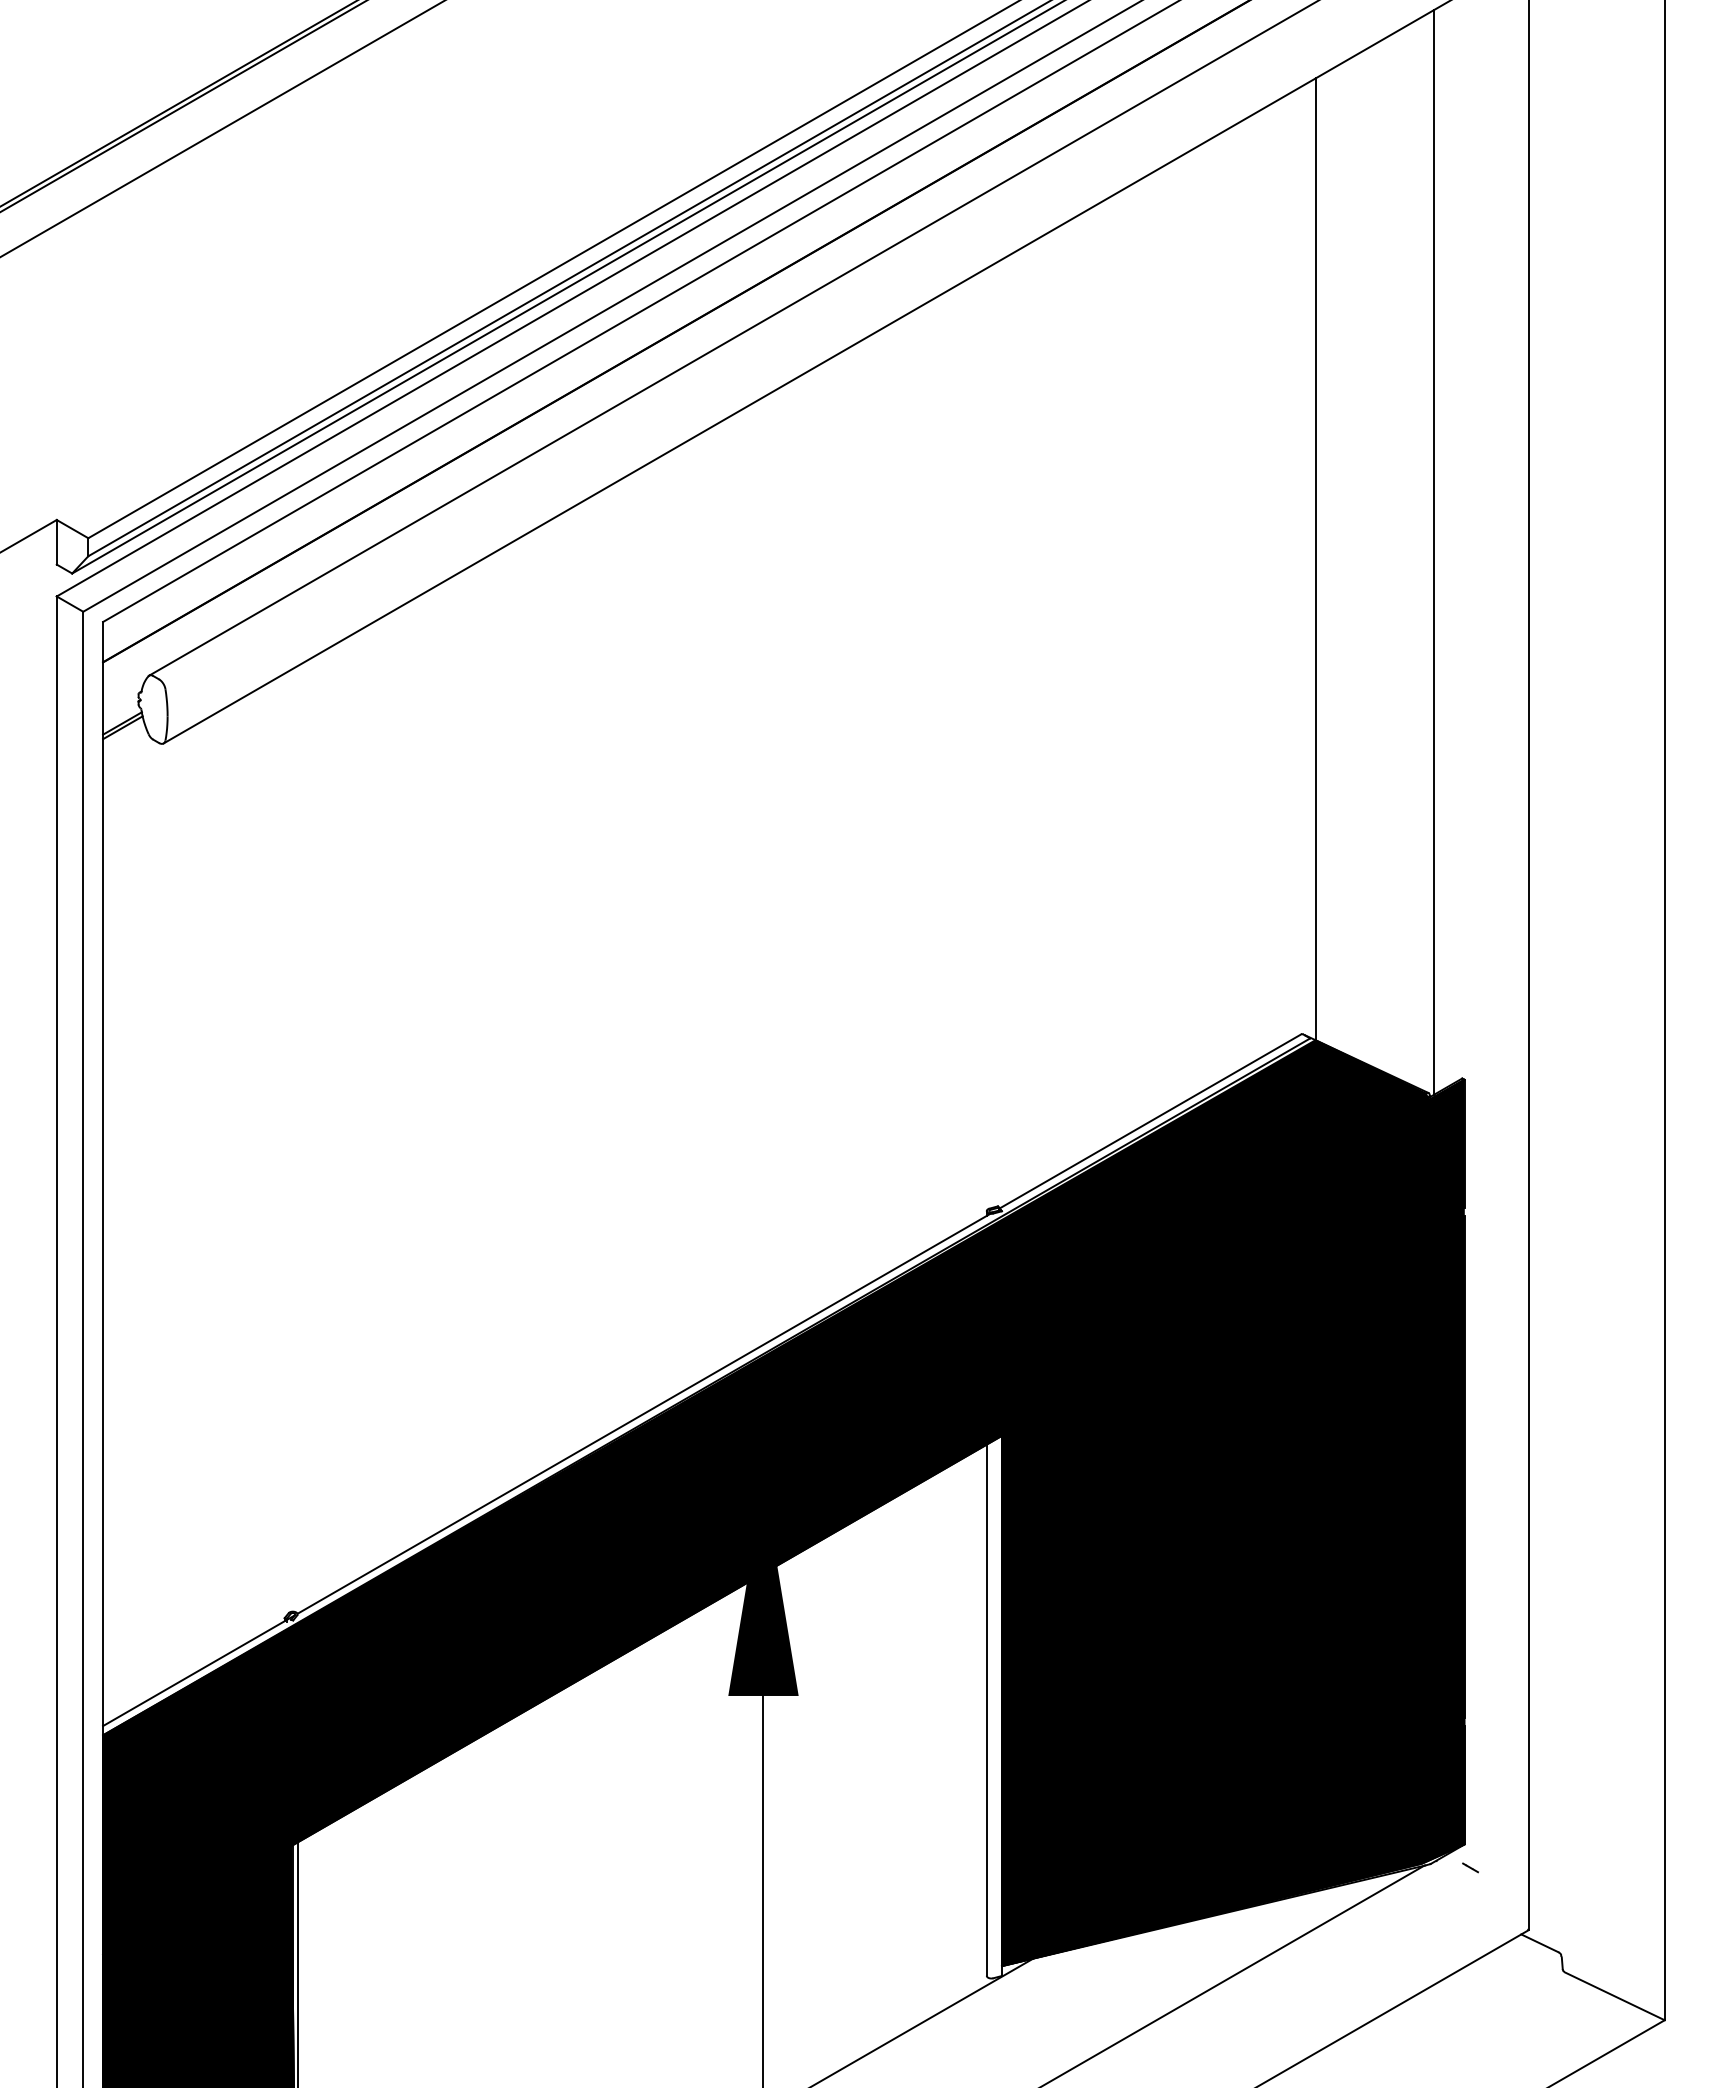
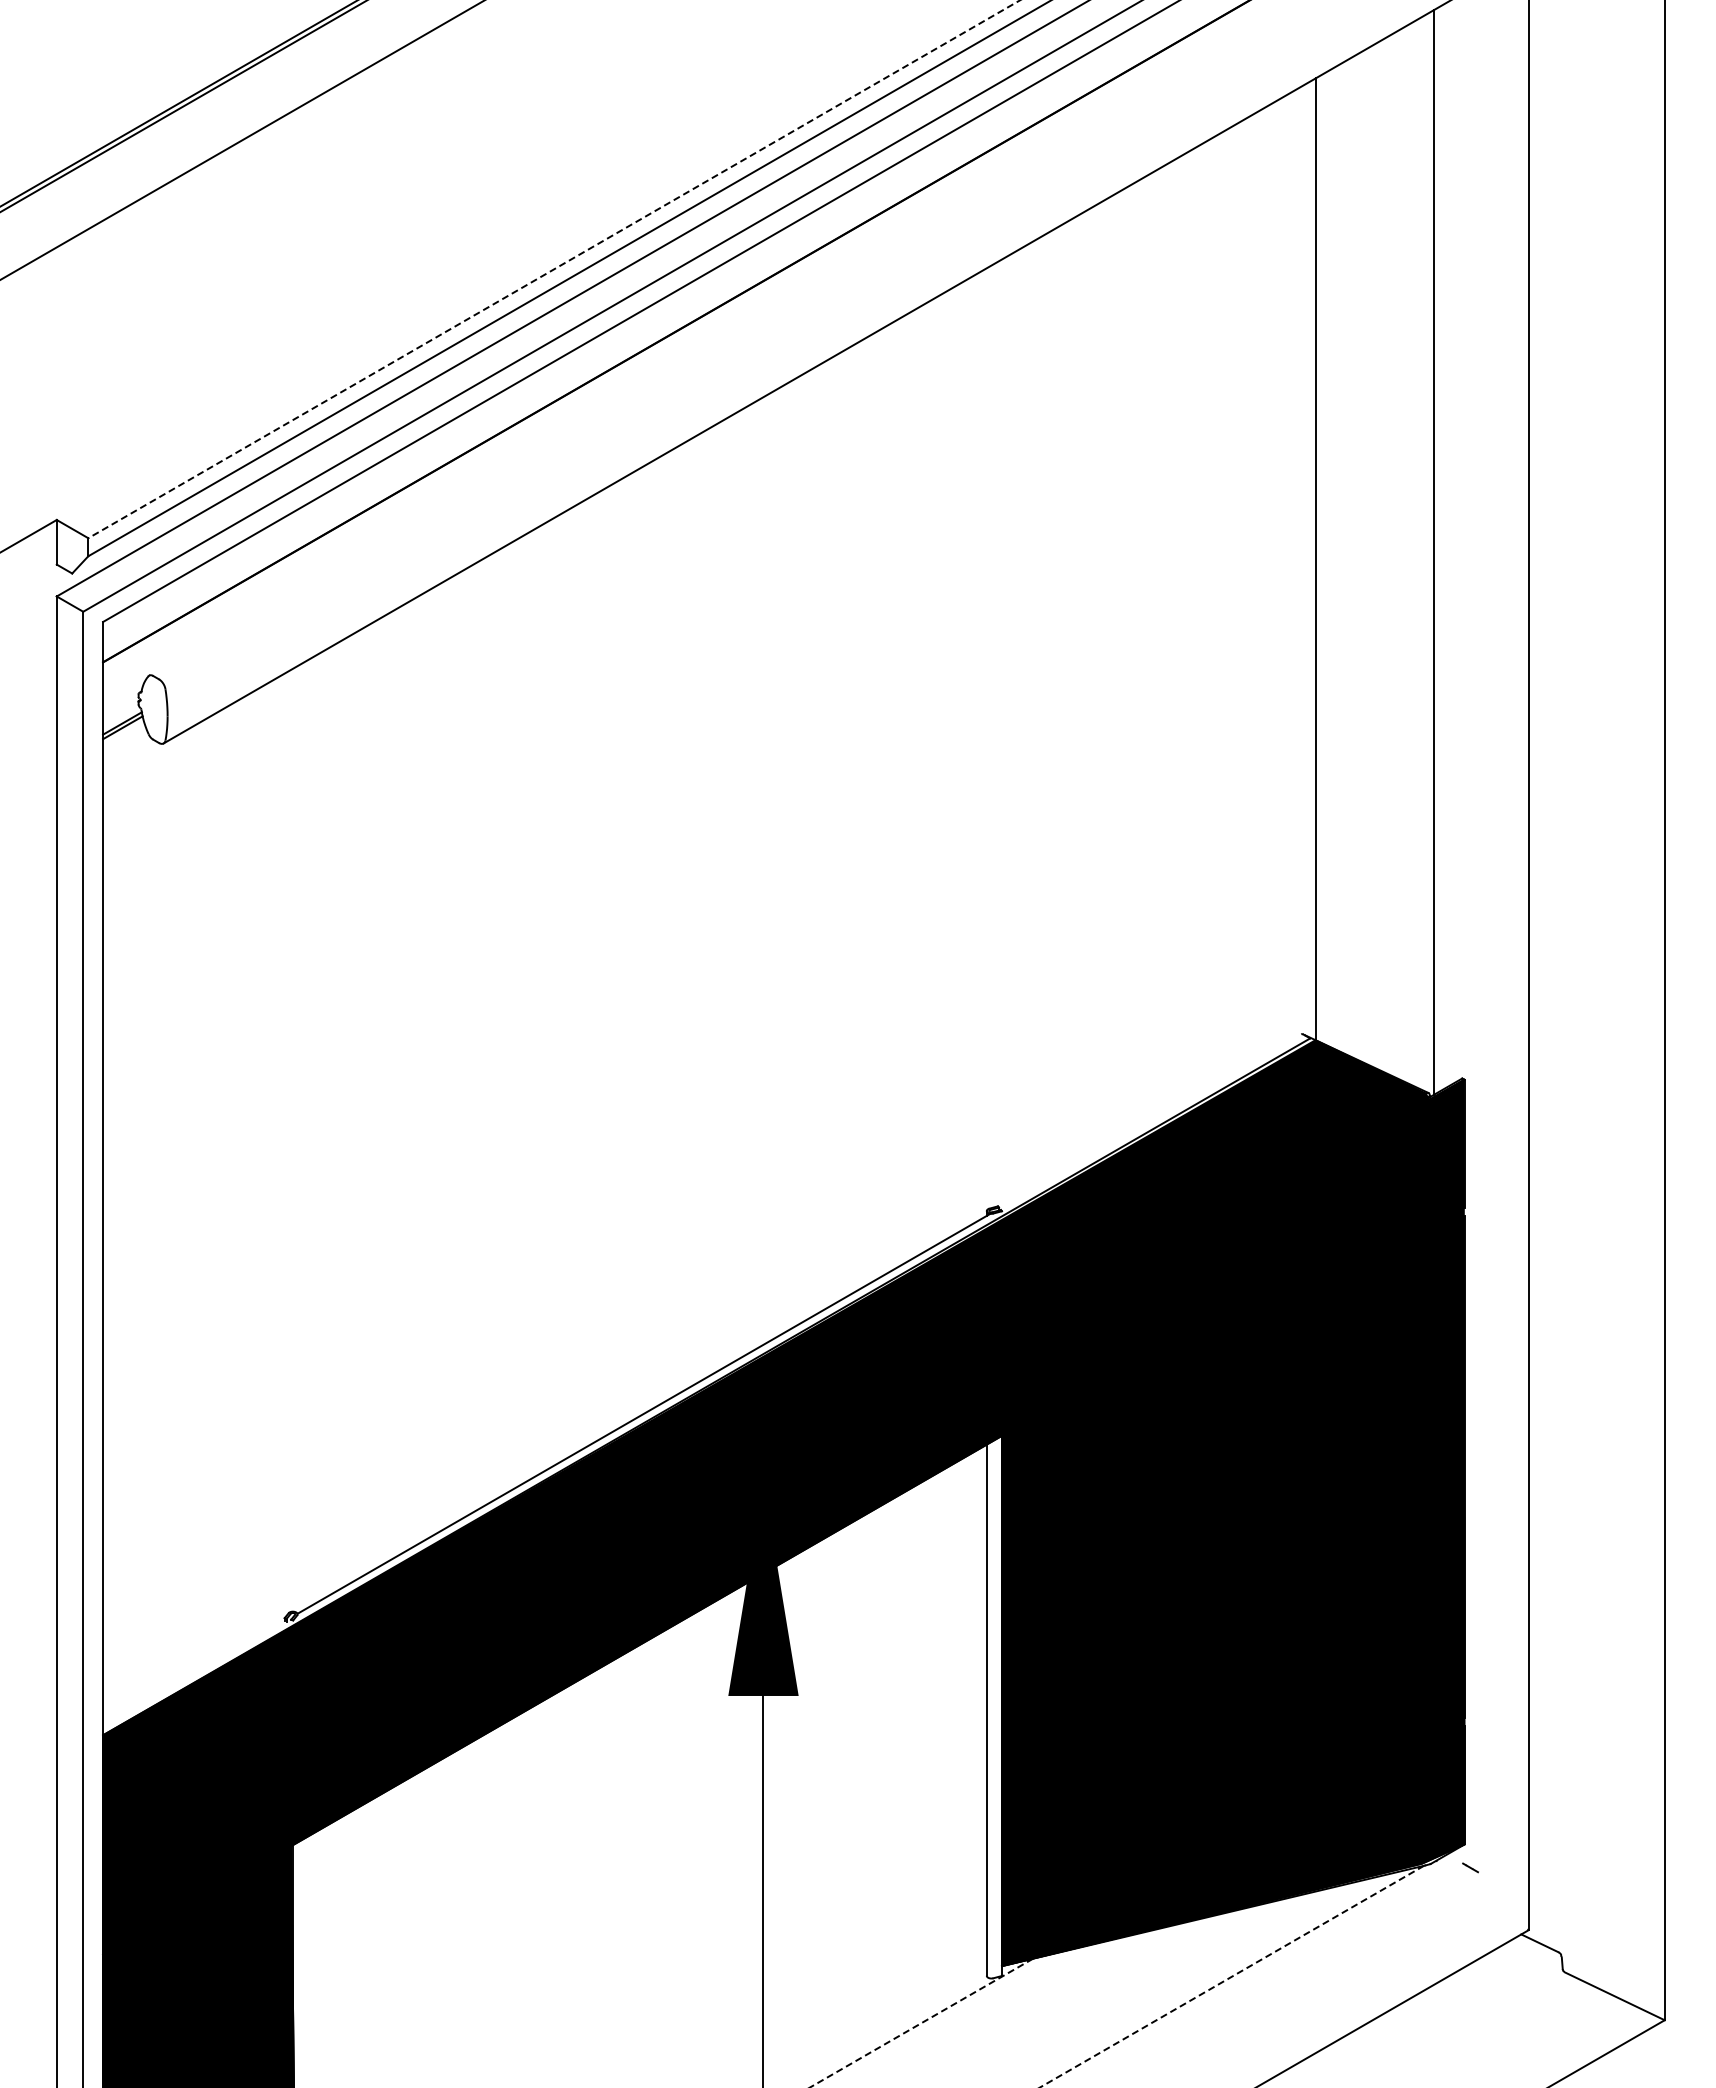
line at (222, 129) position: (222, 129) -> (241, 140)
line at (554, 269): solid -> dashed
line at (566, 287): present -> none
line at (732, 338): present -> none
line at (1149, 1121): present -> none
line at (198, 1670): present -> none
line at (297, 1963): present -> none
line at (1231, 1976): solid -> dashed
line at (921, 2023): solid -> dashed
